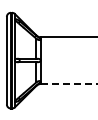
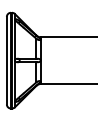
line at (69, 83): dashed -> solid
